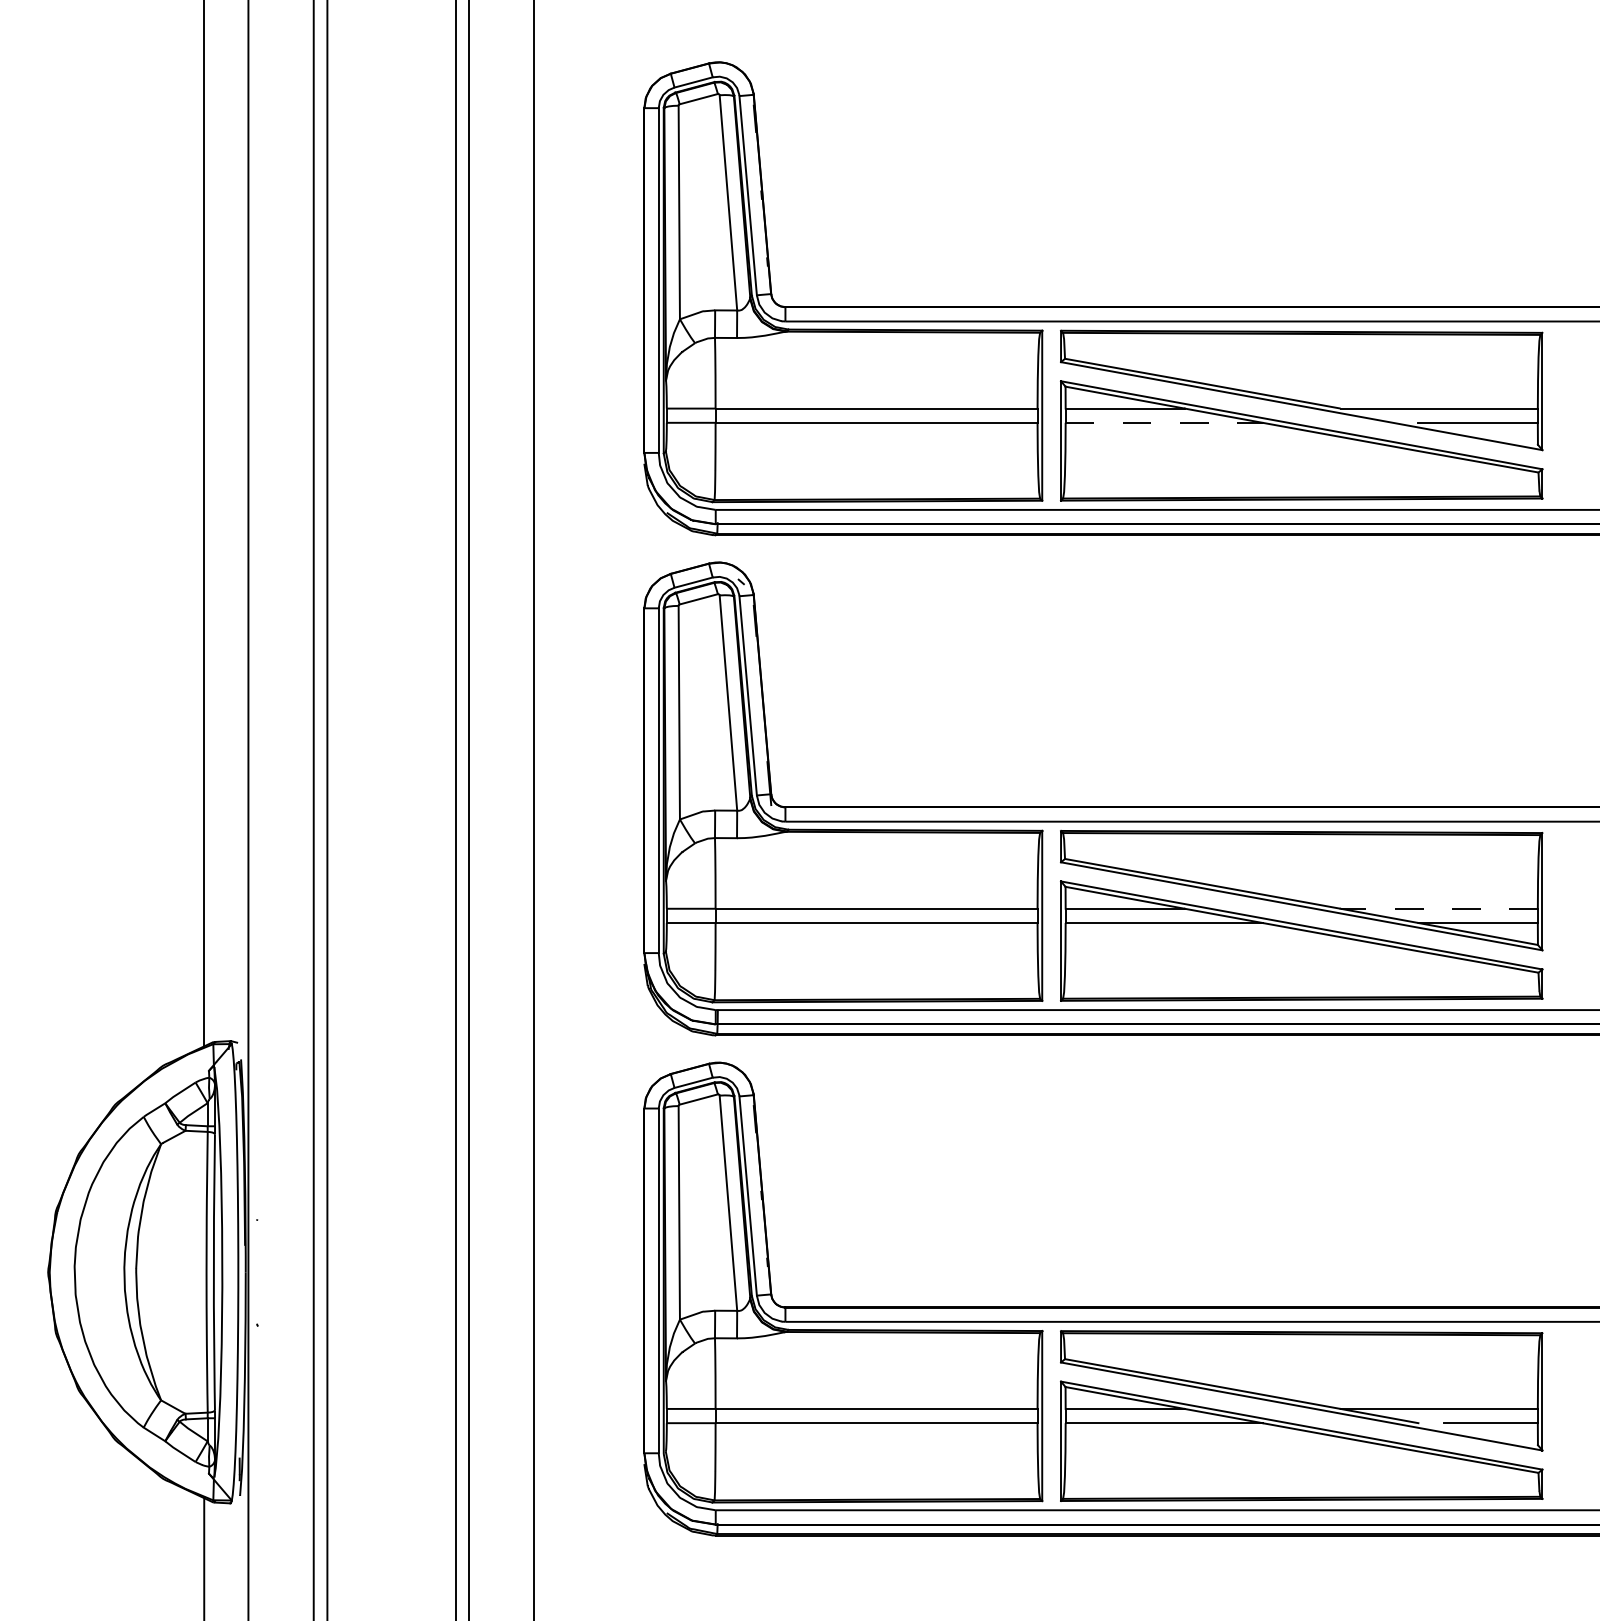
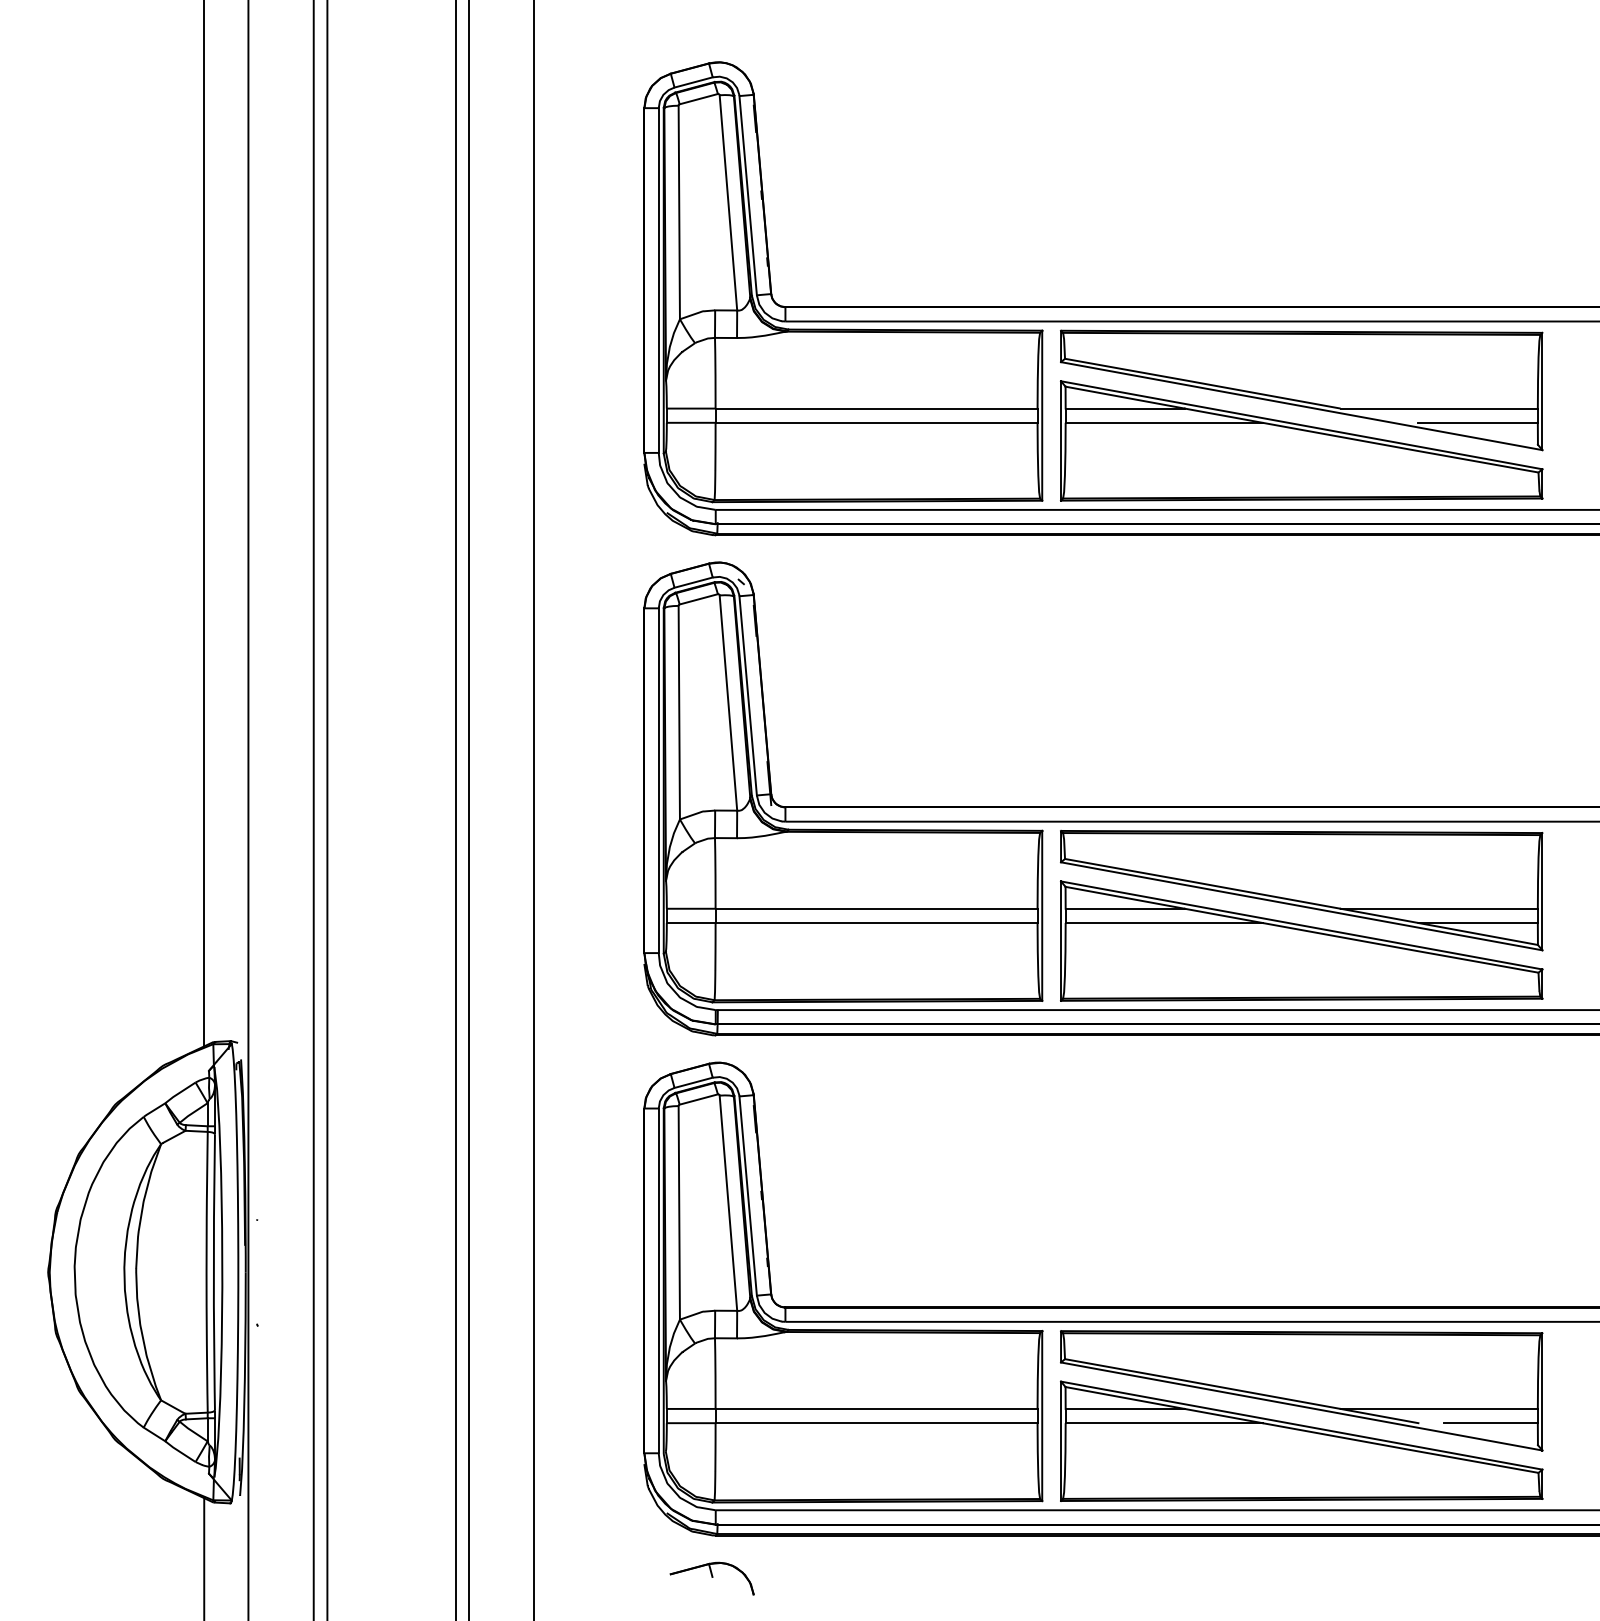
line at (1164, 422): dashed -> solid
line at (1439, 908): dashed -> solid
part at (711, 1578): none -> present
